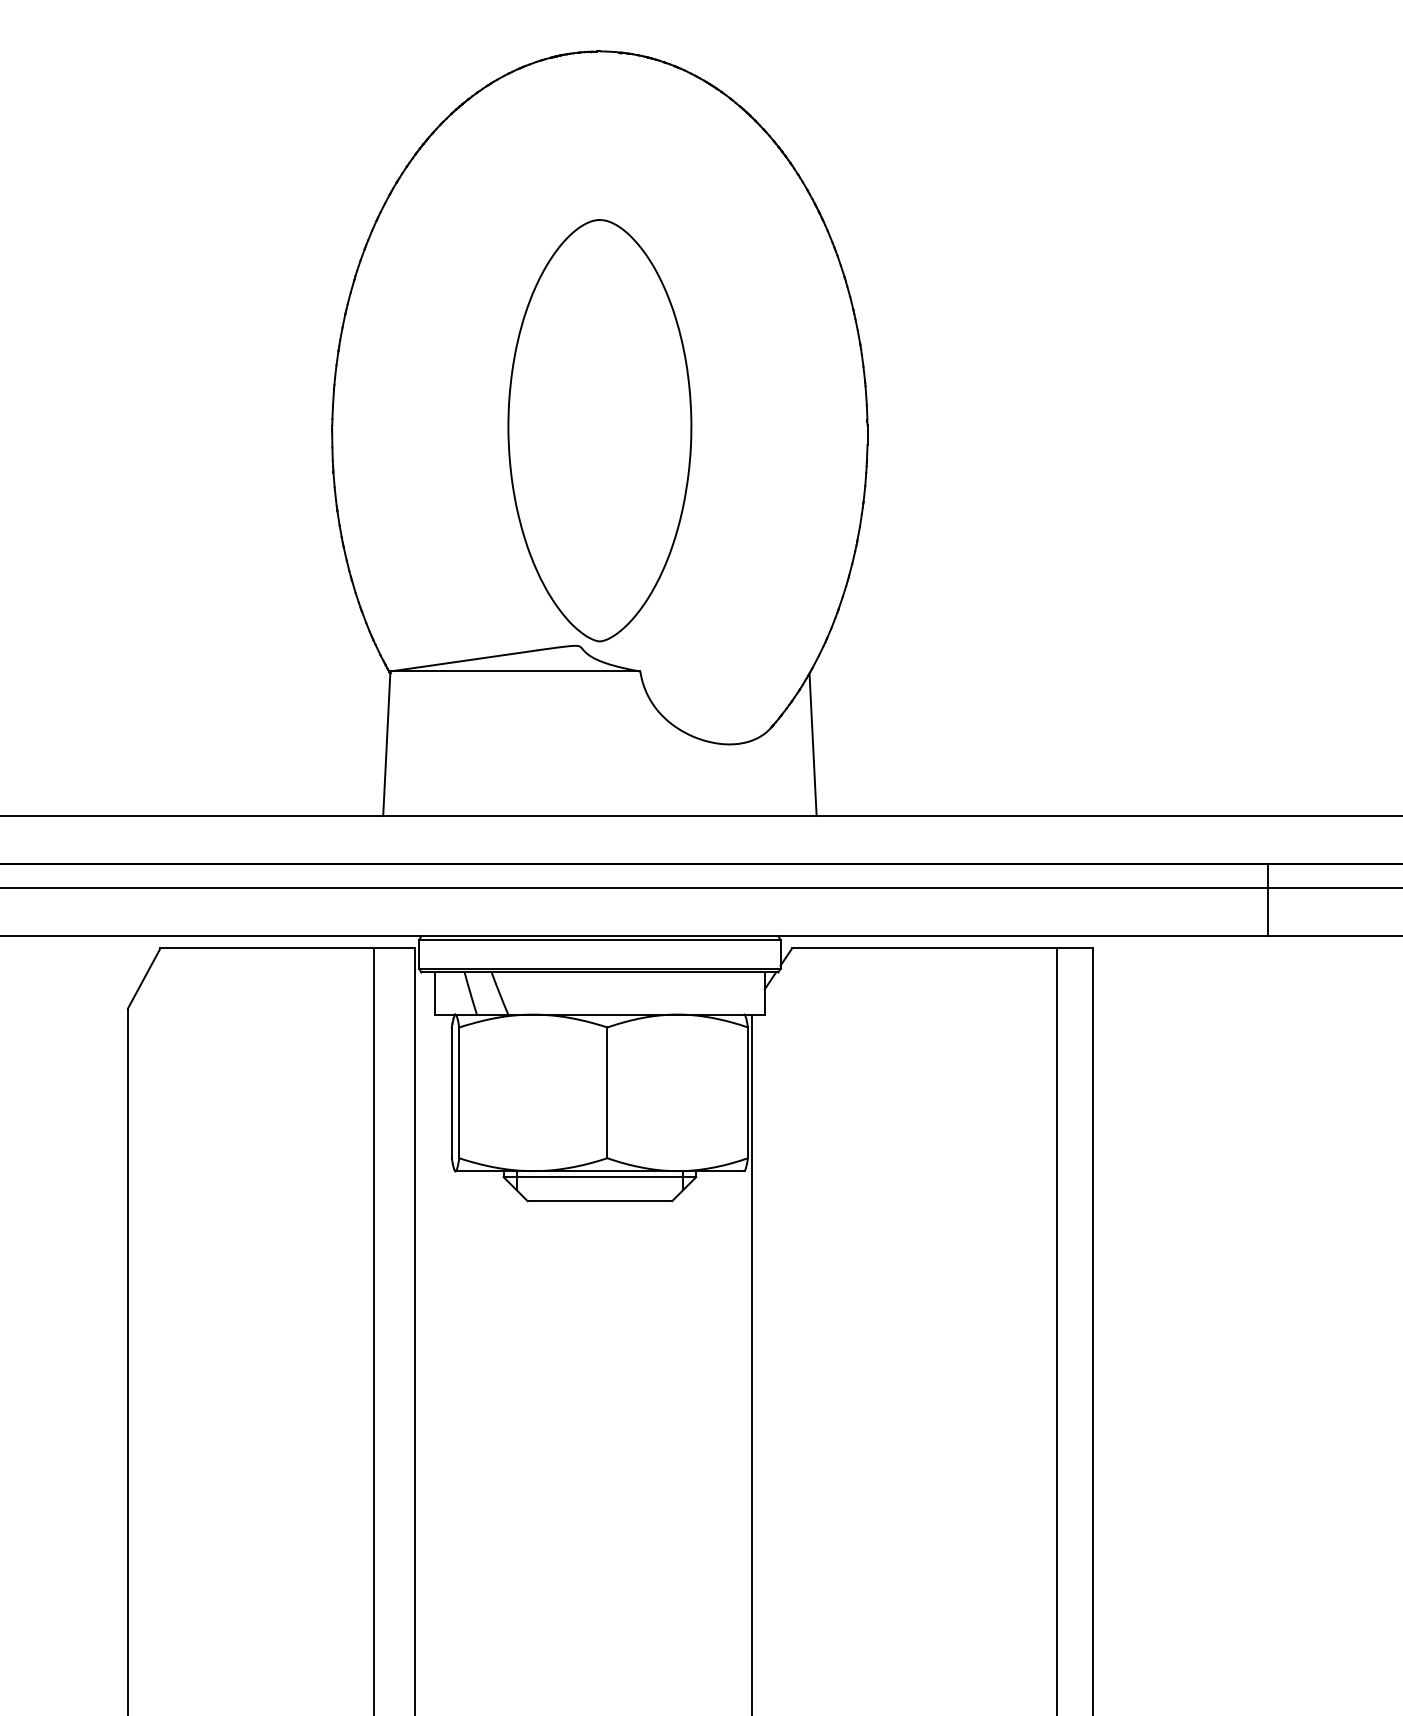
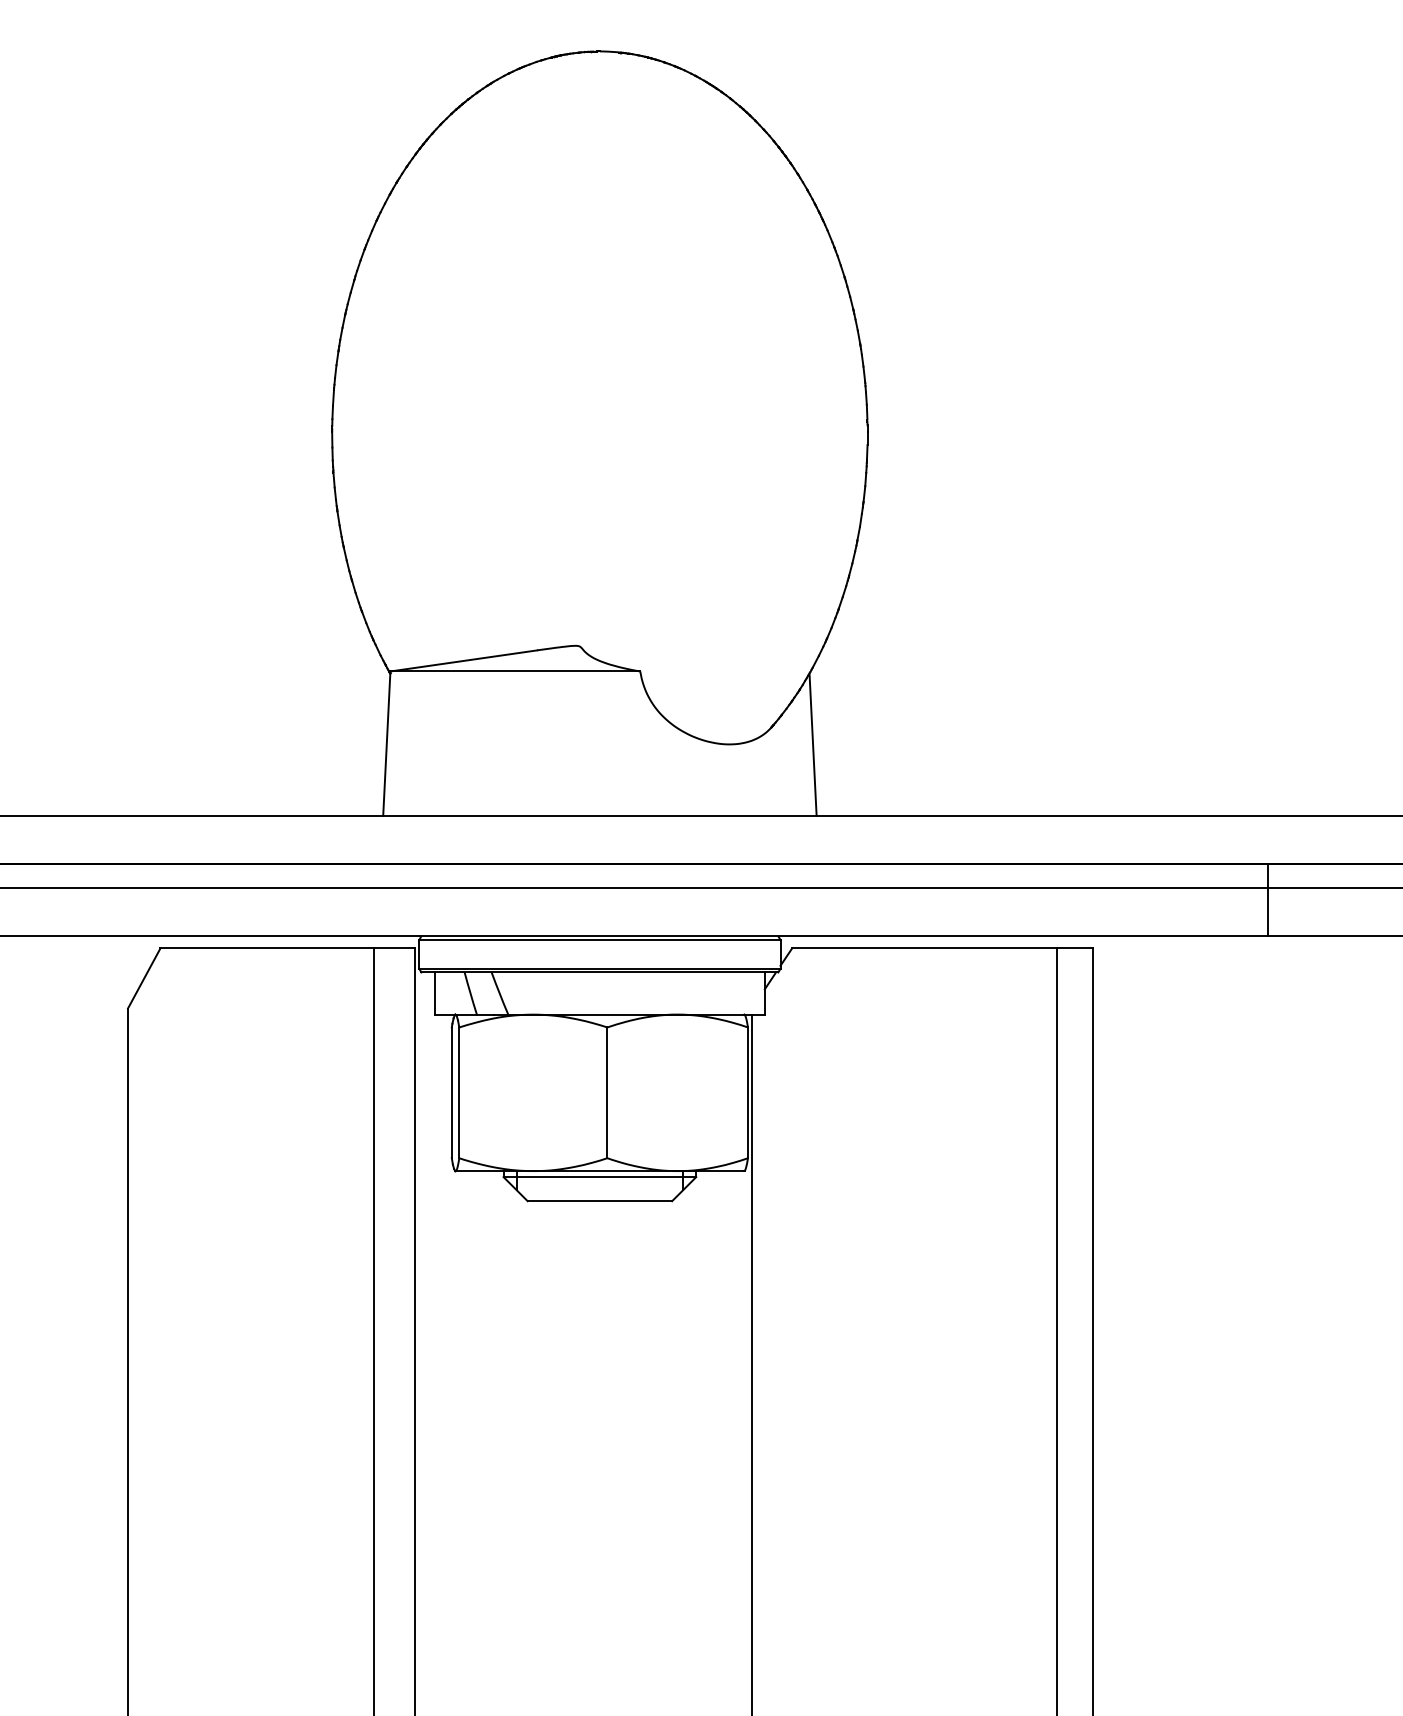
part at (599, 430): present -> none
